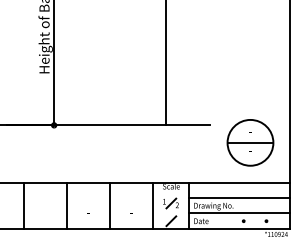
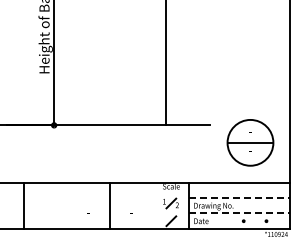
line at (240, 198): solid -> dashed
line at (66, 205): present -> none
line at (153, 205): present -> none
line at (240, 213): solid -> dashed
